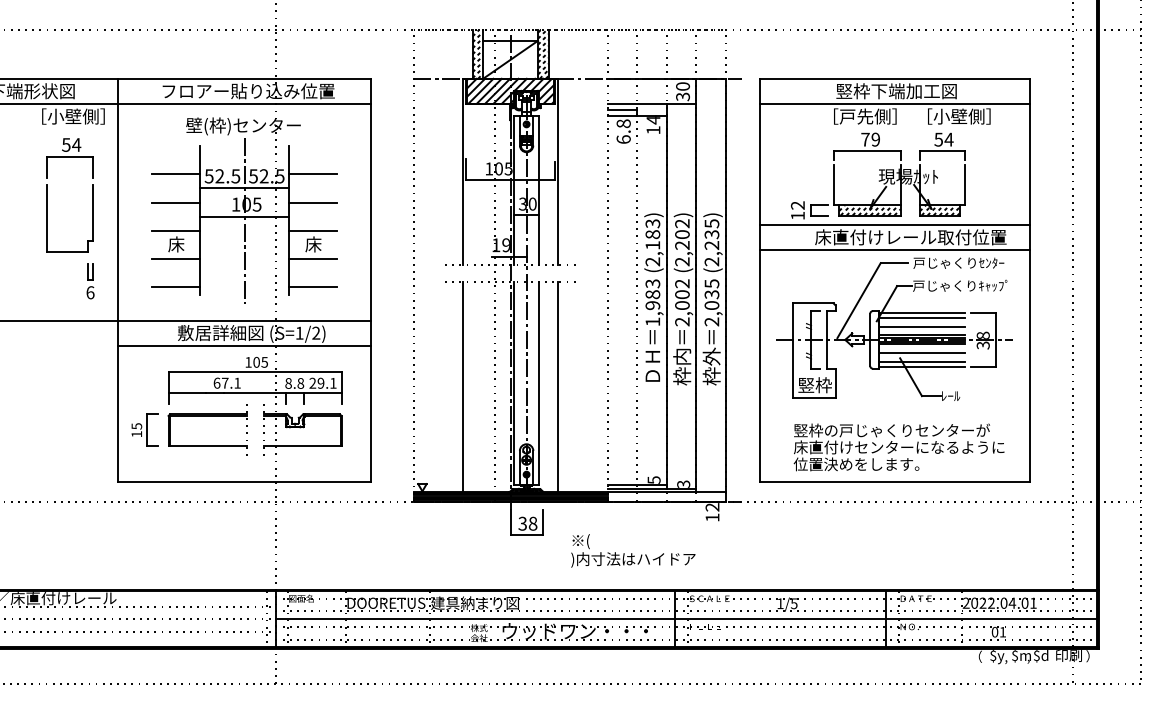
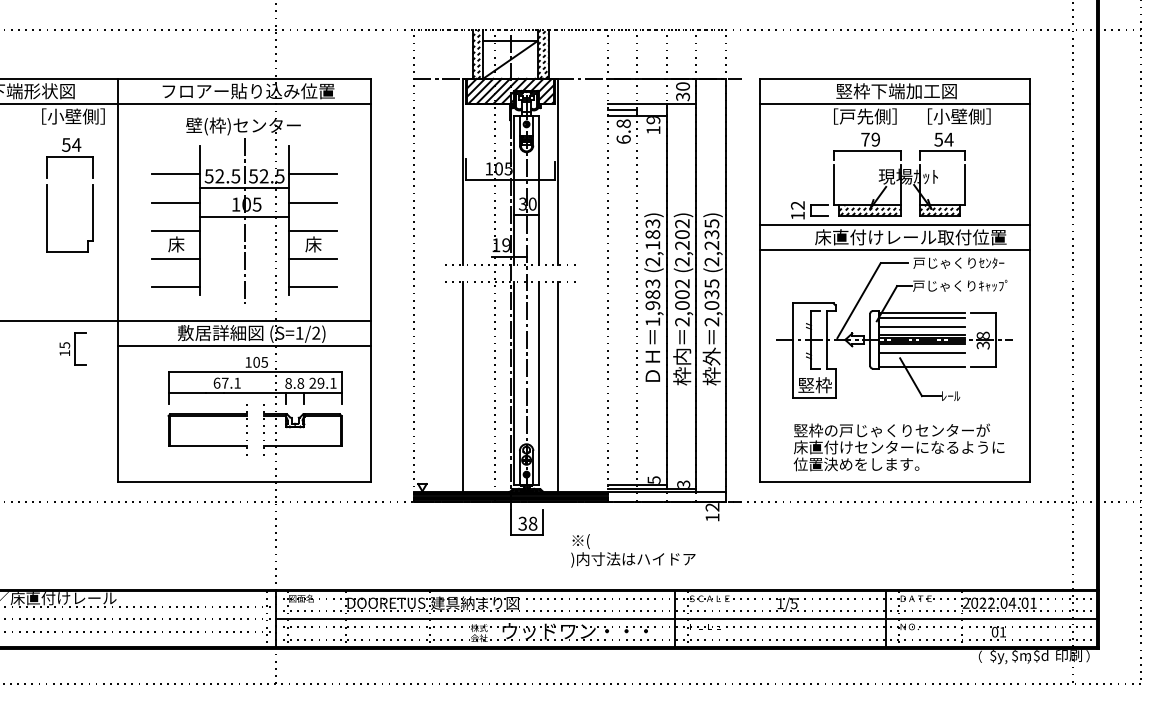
text at (653, 120): 14 -> 19
part at (90, 281): present -> none
line at (921, 362): present -> none
part at (144, 429) position: (144, 429) -> (72, 348)
